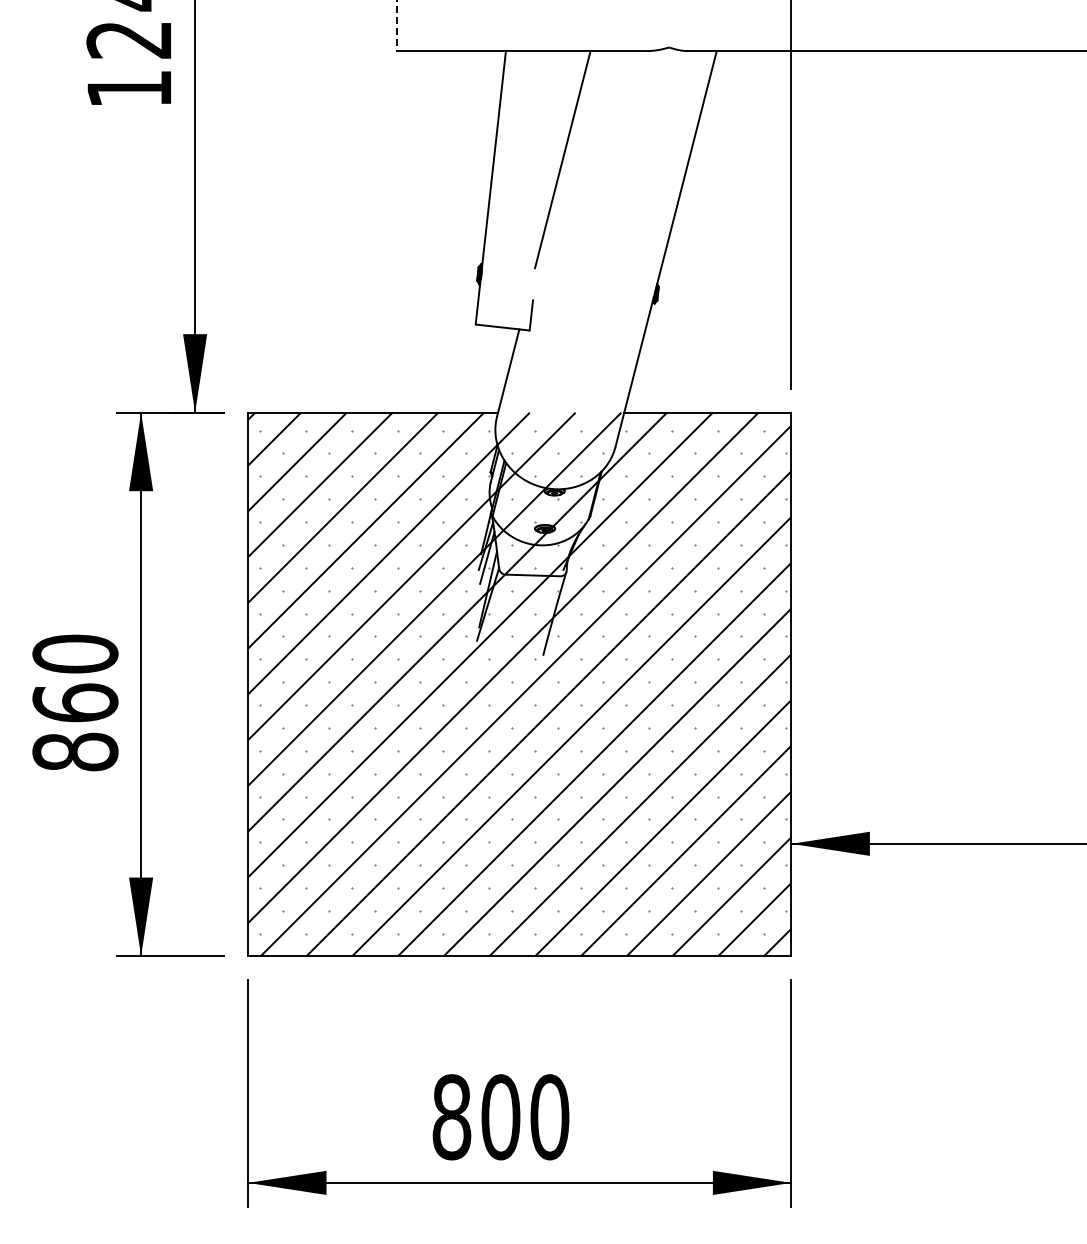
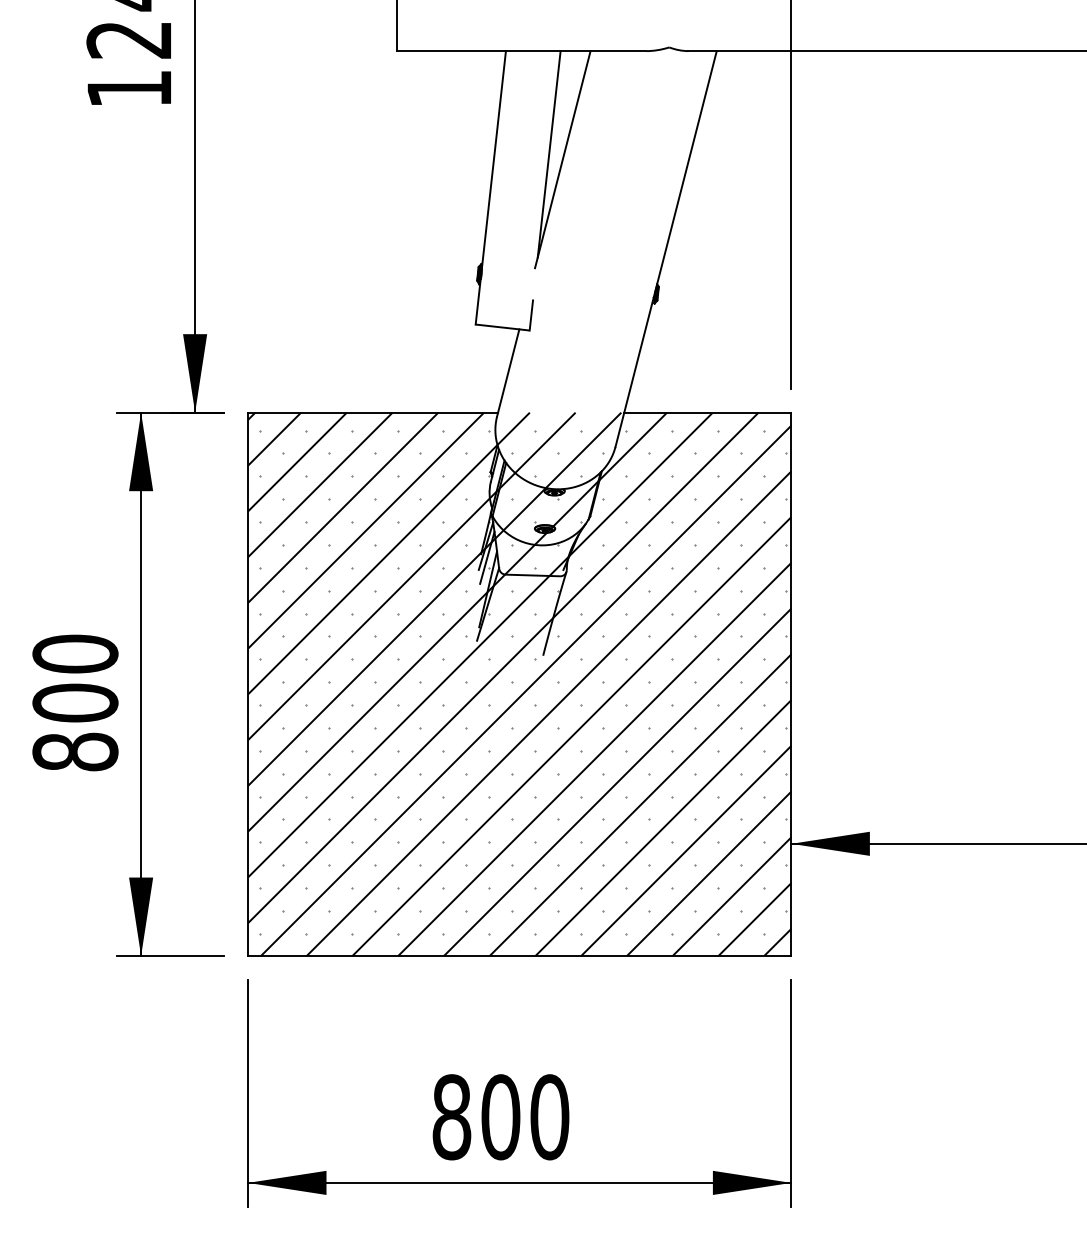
line at (397, 26): dashed -> solid
line at (548, 154): none -> present
text at (75, 702): 860 -> 800
